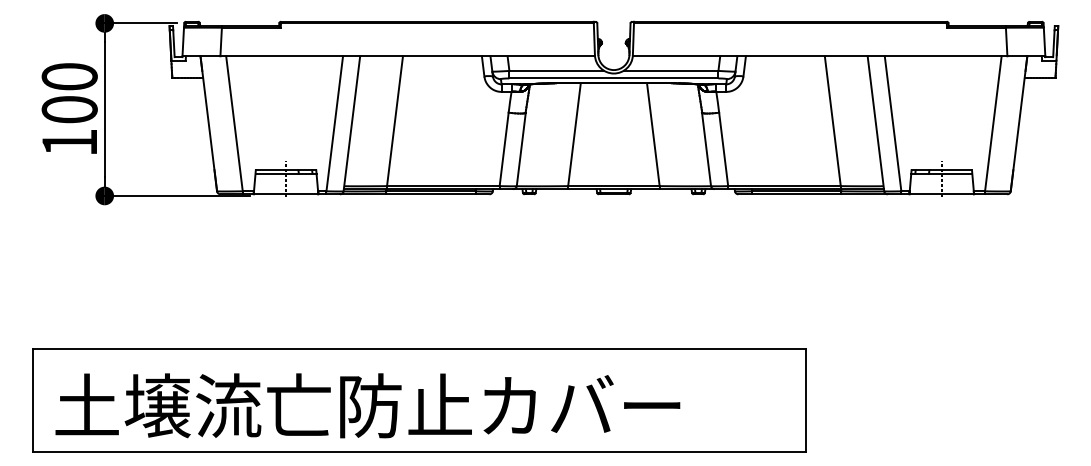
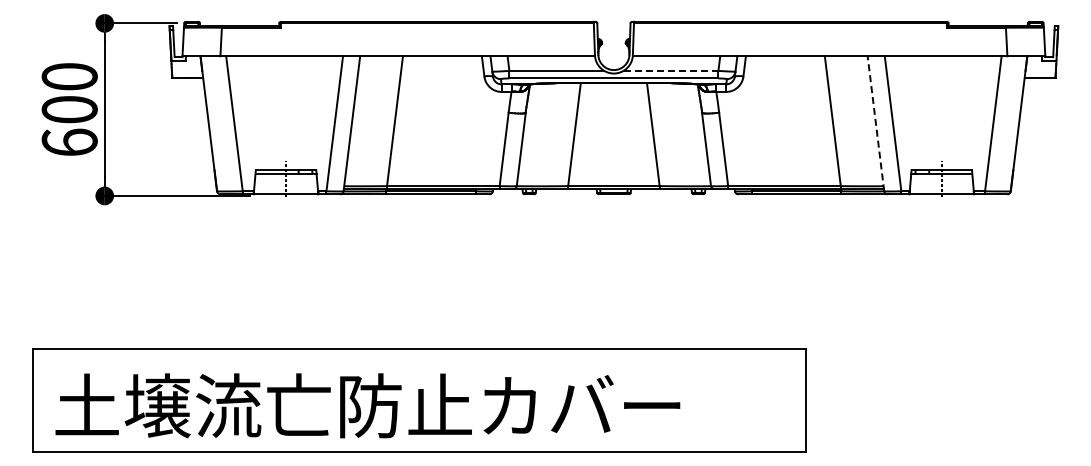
line at (671, 70): solid -> dashed
line at (875, 123): solid -> dashed
text at (69, 141): 100 -> 600
